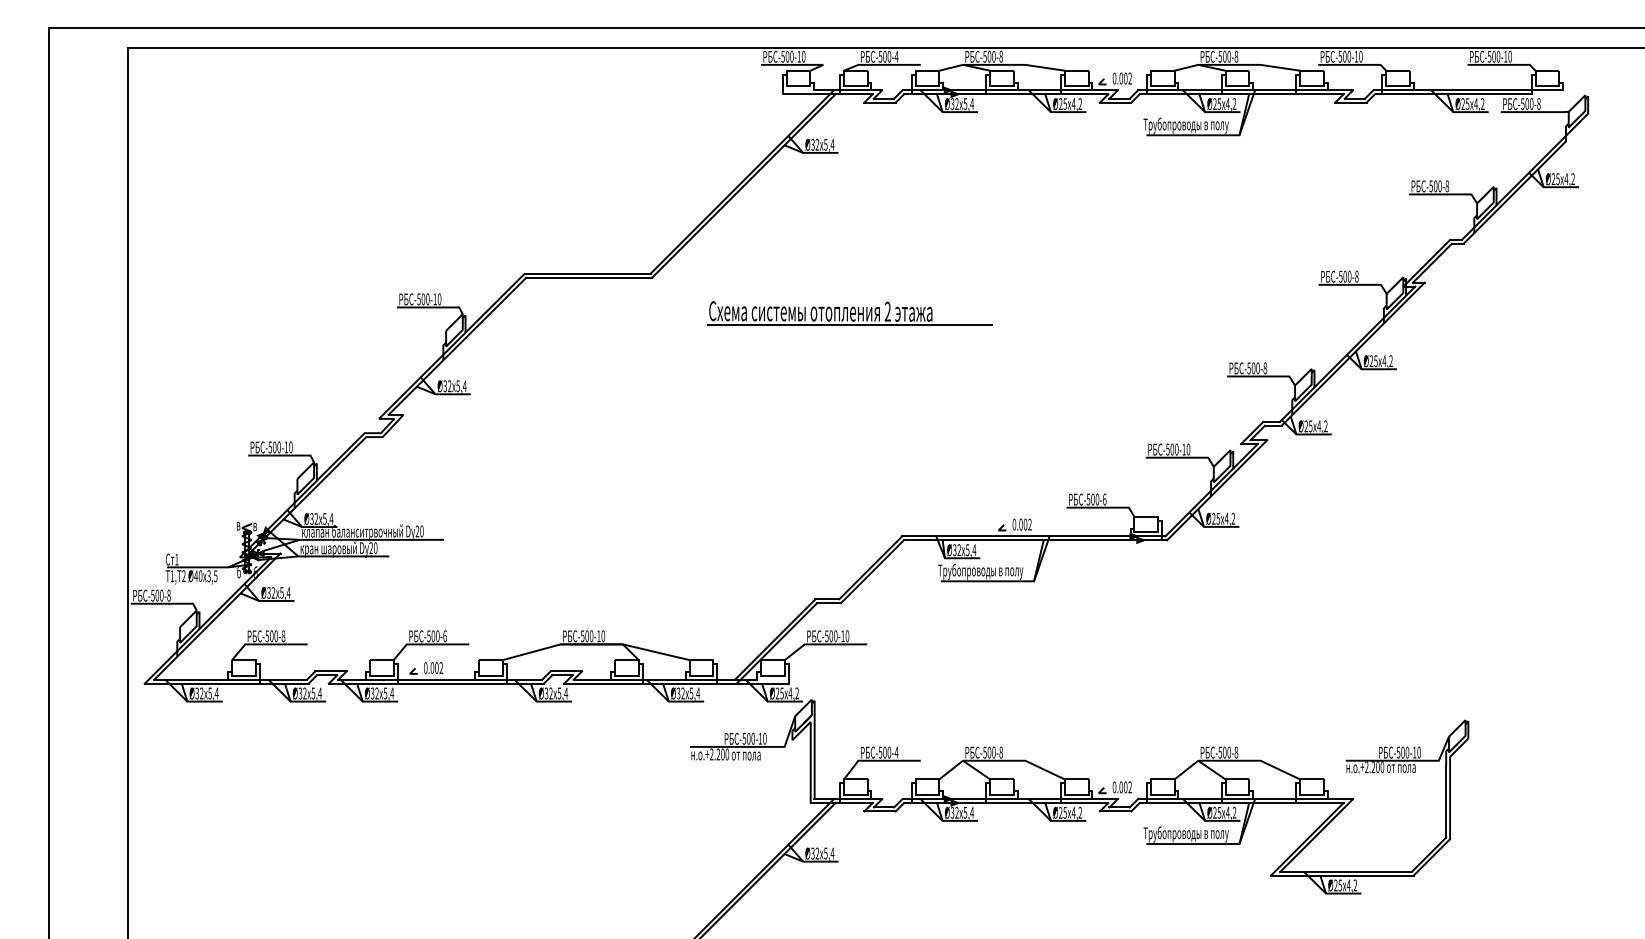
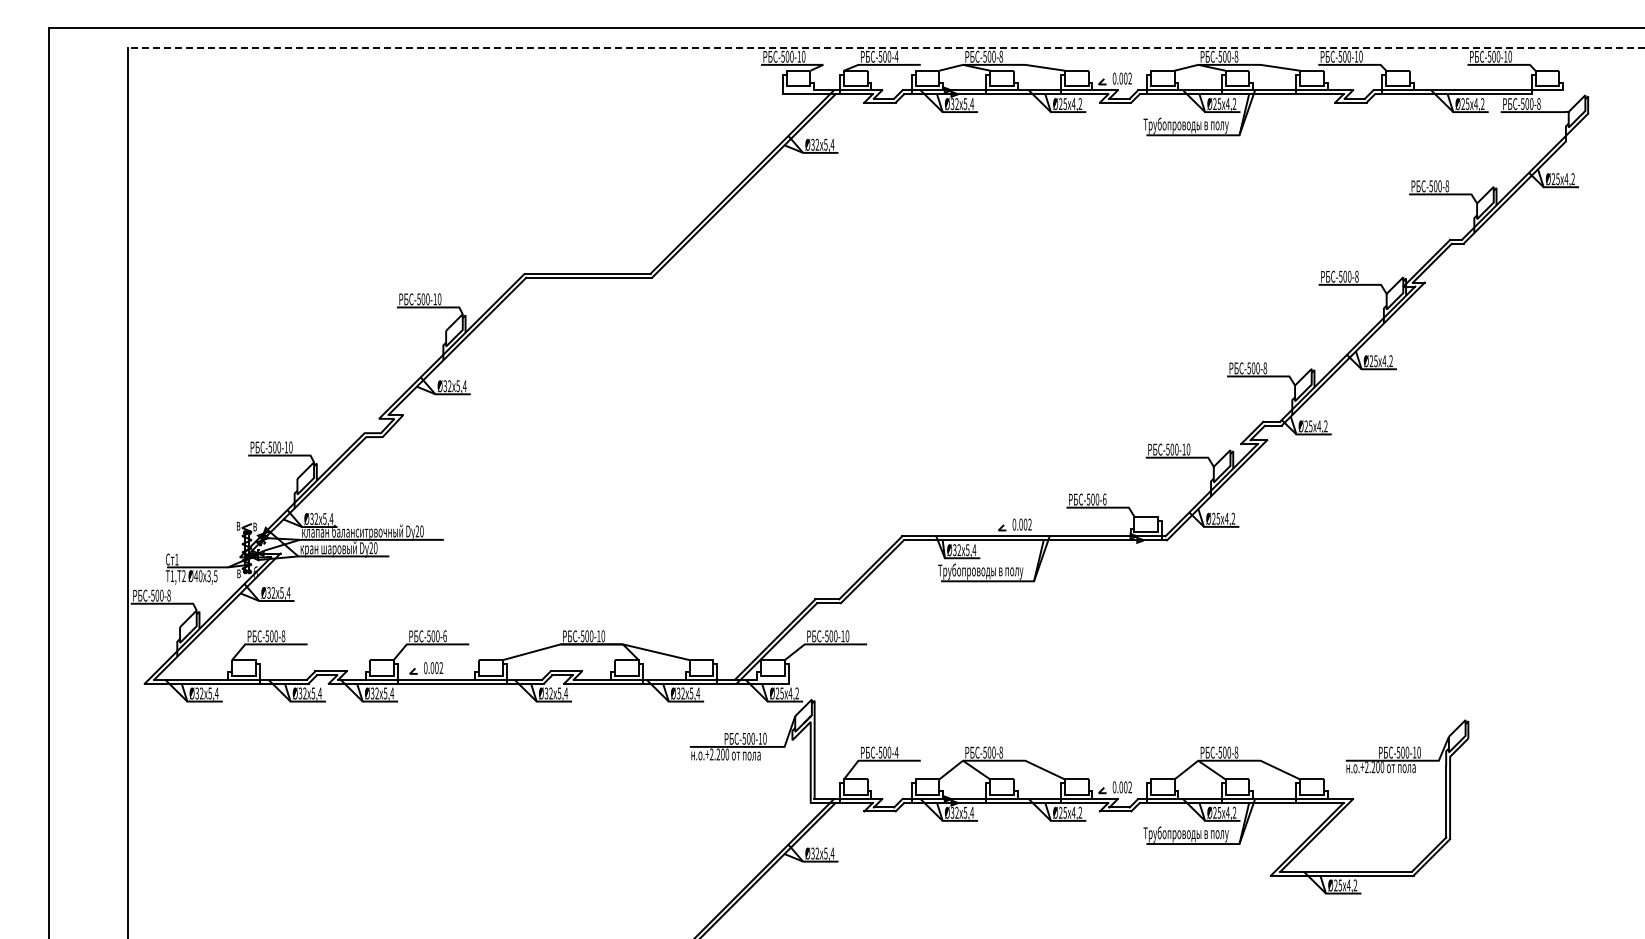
line at (885, 47): solid -> dashed
part at (849, 313): present -> none
text at (238, 572): б -> в
